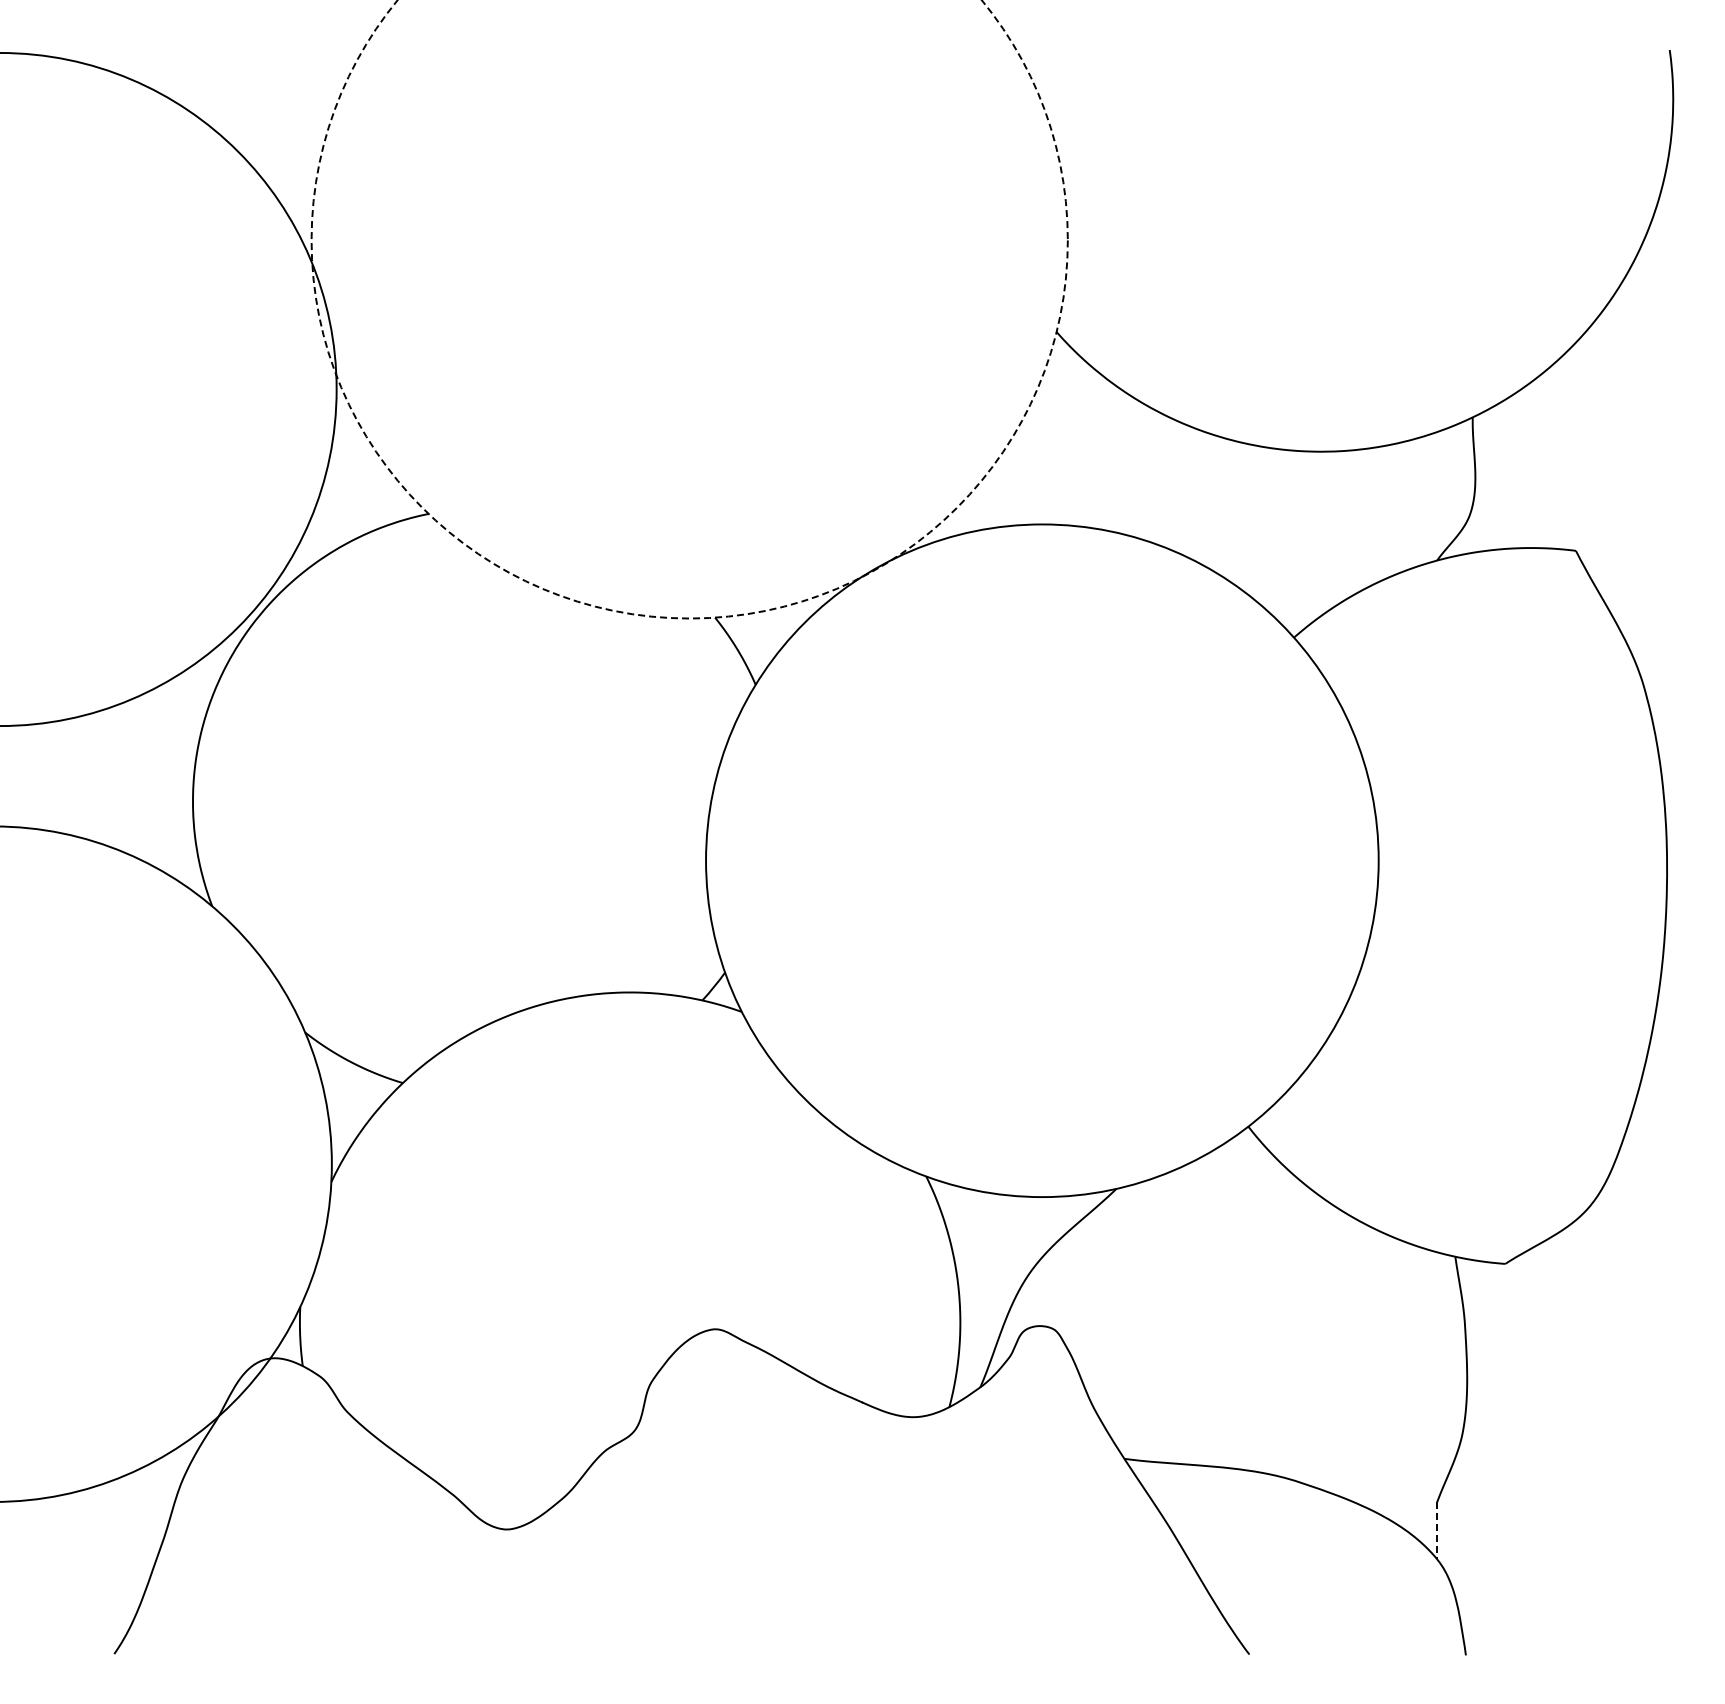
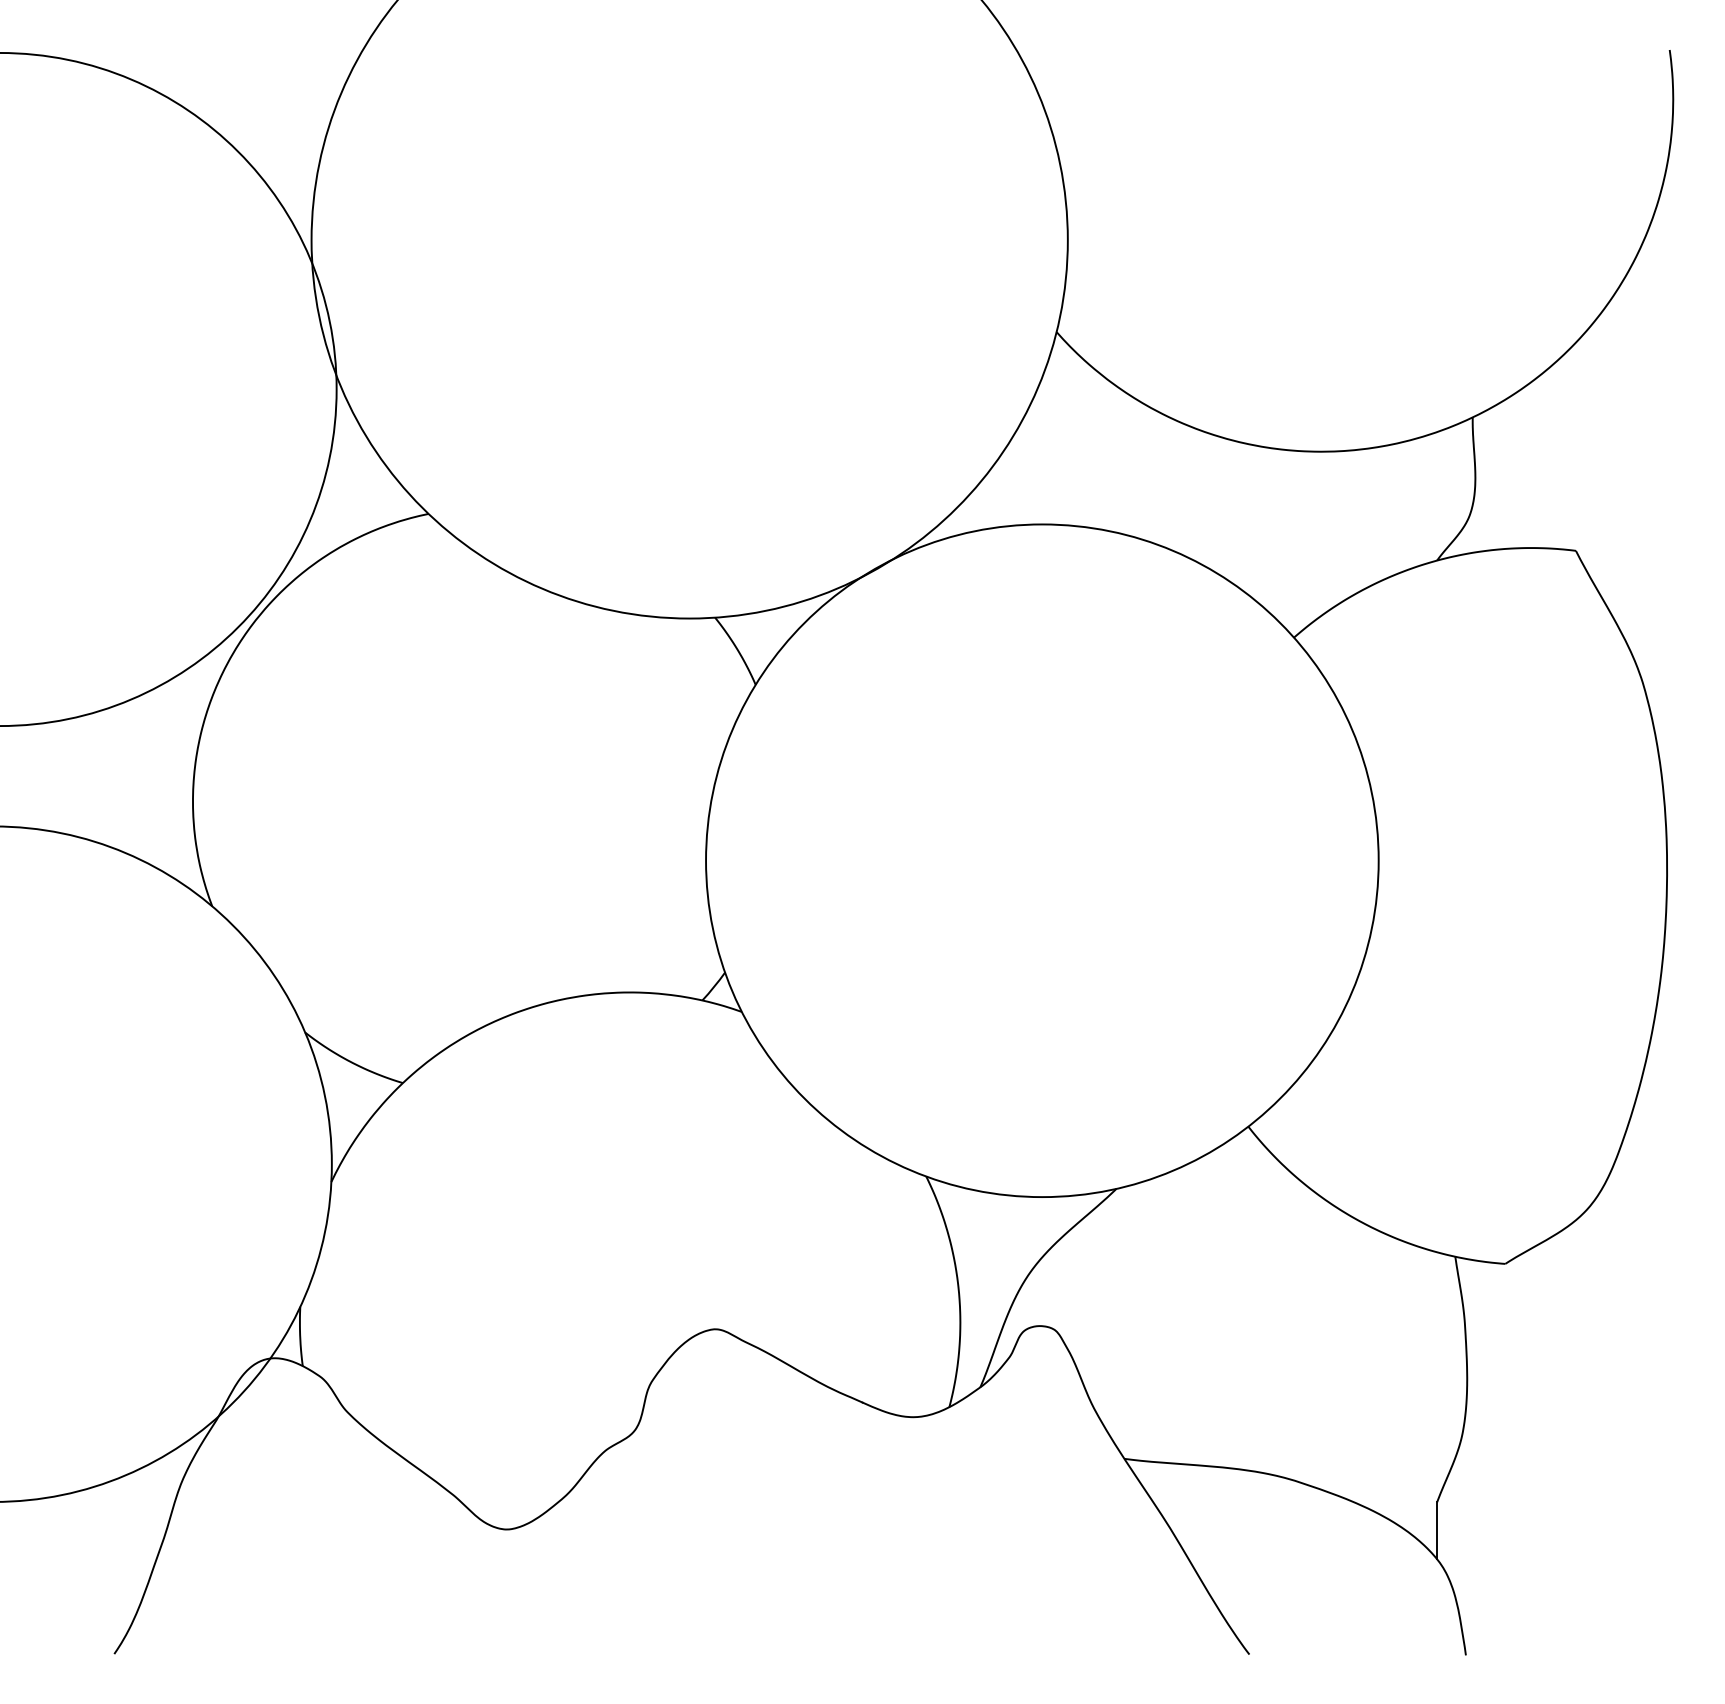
circle at (689, 309): dashed -> solid
line at (1437, 1531): dashed -> solid
